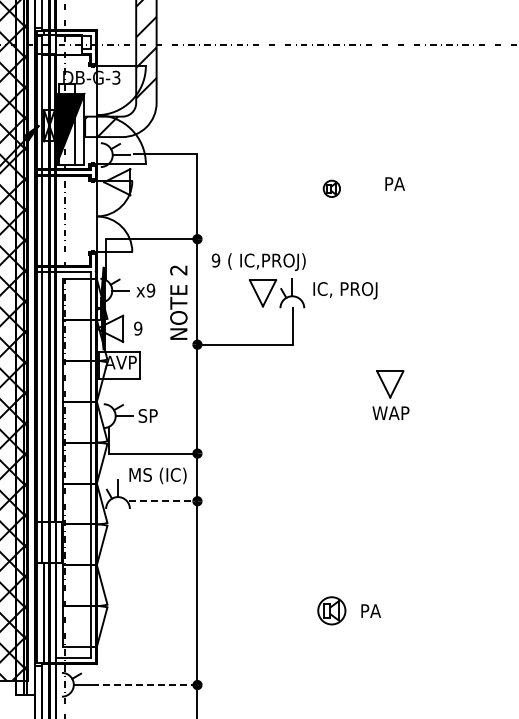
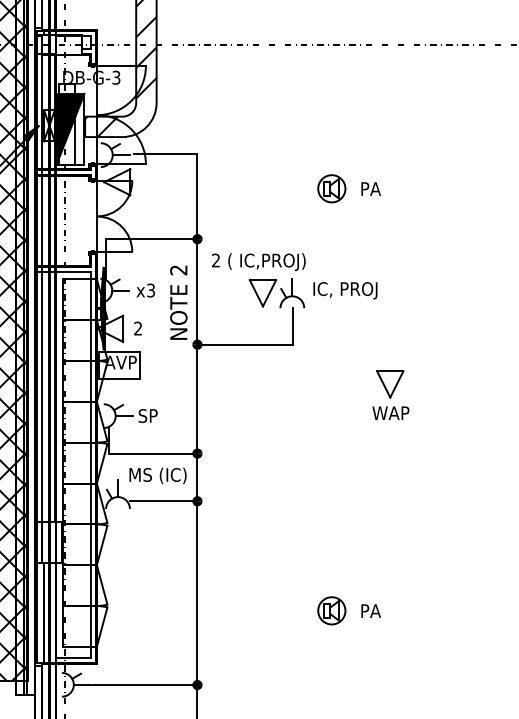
text at (394, 183) position: (394, 183) -> (370, 188)
part at (331, 188) size: 19x19 px -> 30x30 px
text at (215, 260): 9 -> 2
text at (150, 290): x9 -> x3
text at (138, 328): 9 -> 2
line at (163, 501): dashed -> solid
line at (144, 685): dashed -> solid
